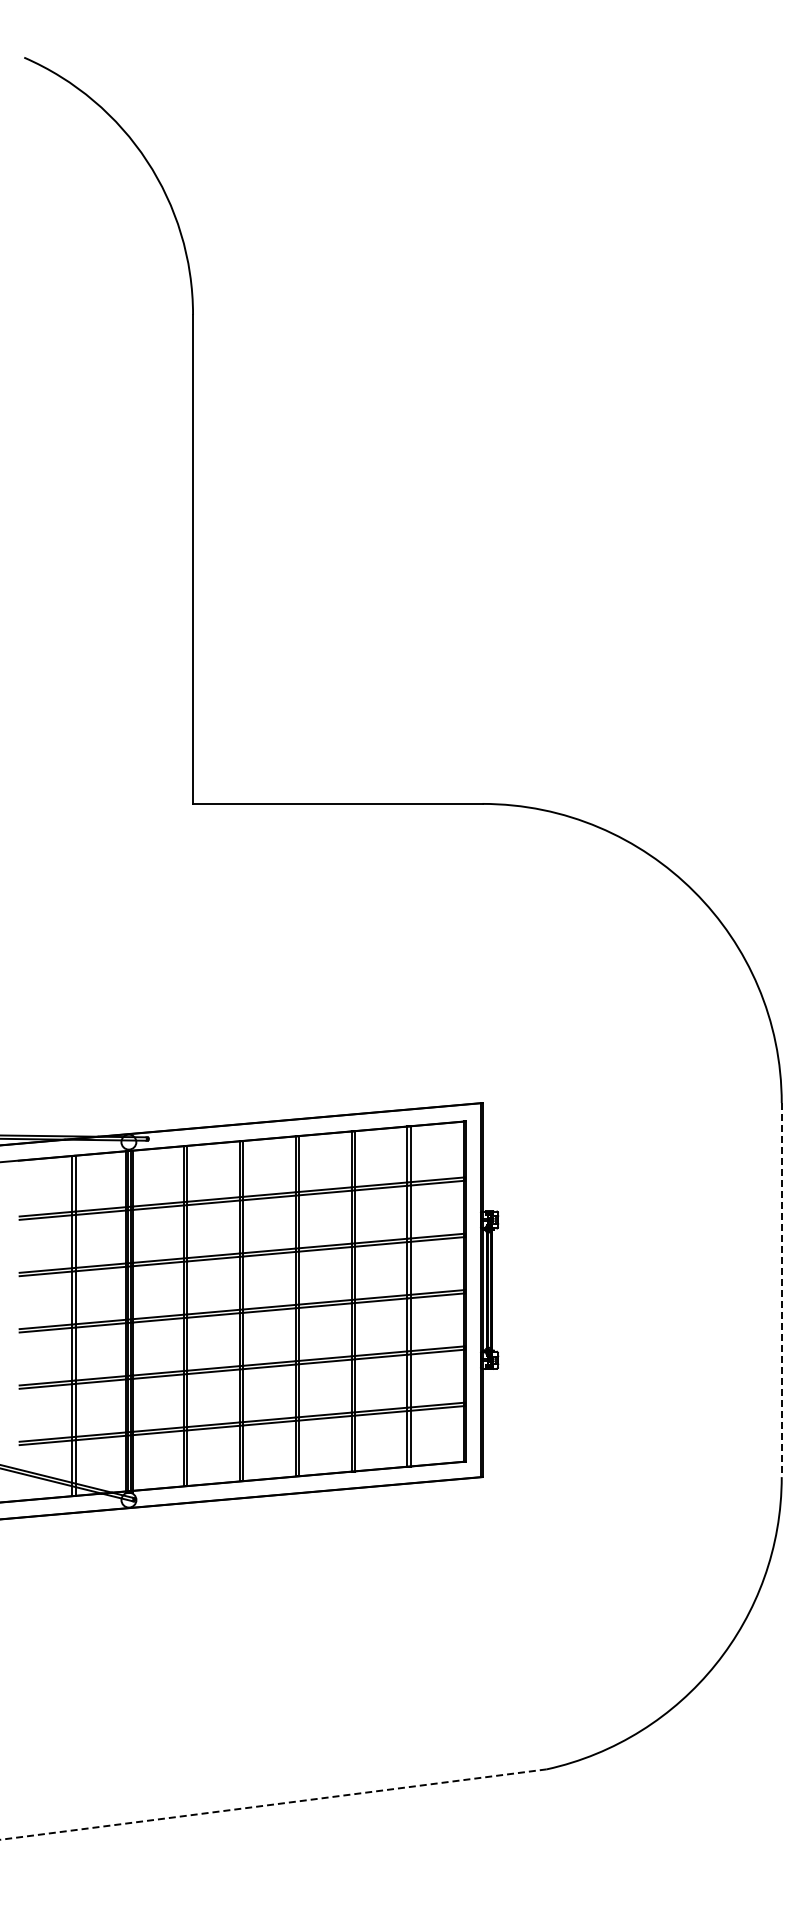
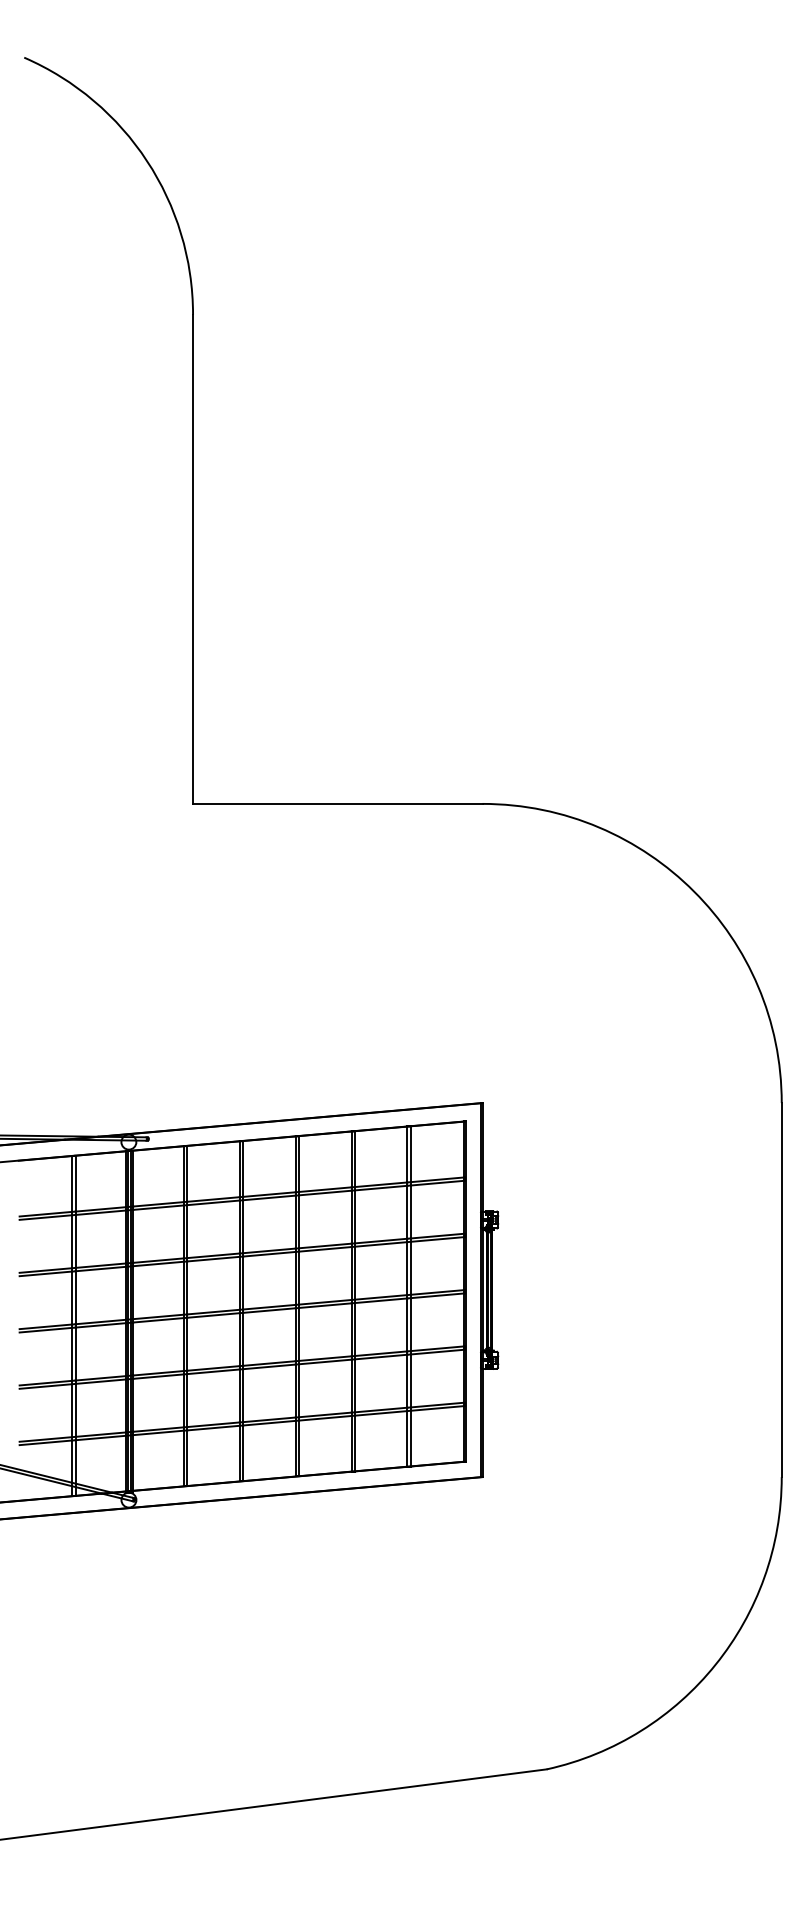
line at (781, 1290): dashed -> solid
line at (273, 1804): dashed -> solid
